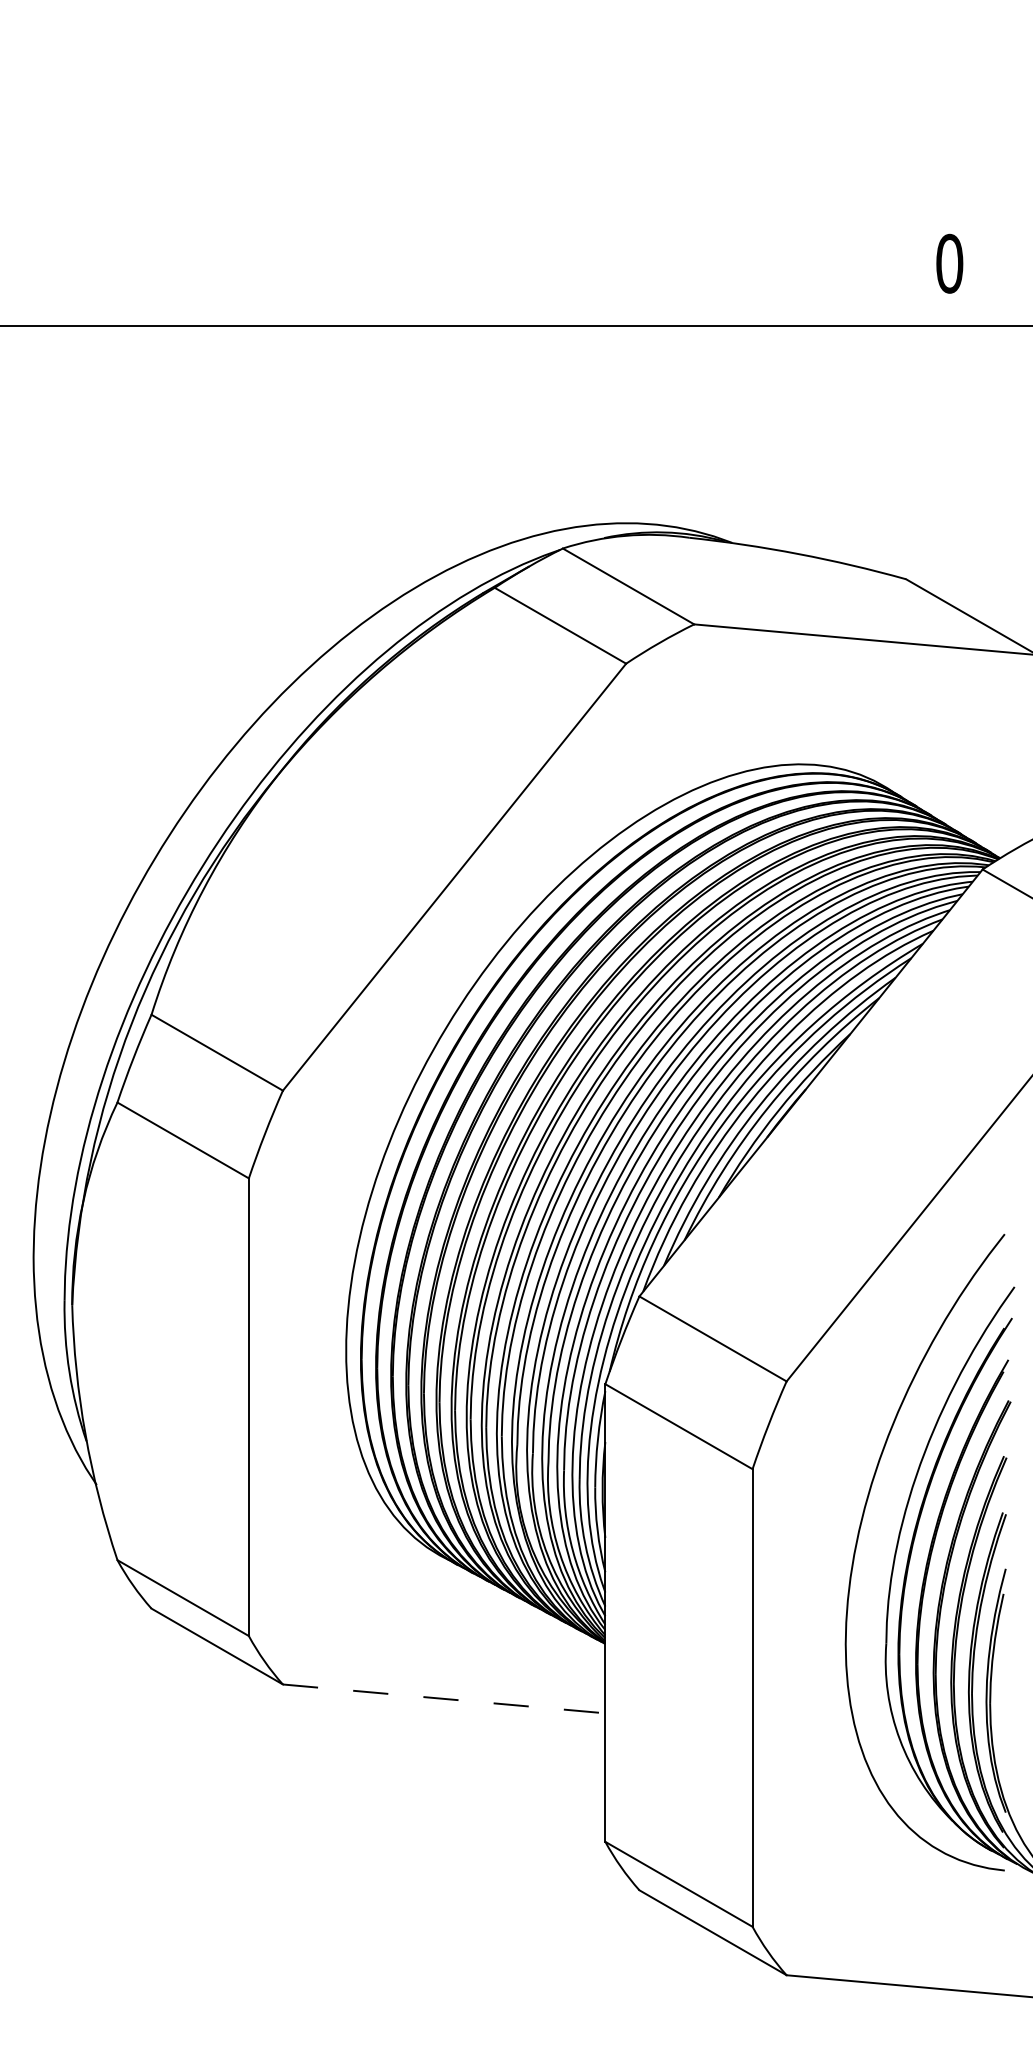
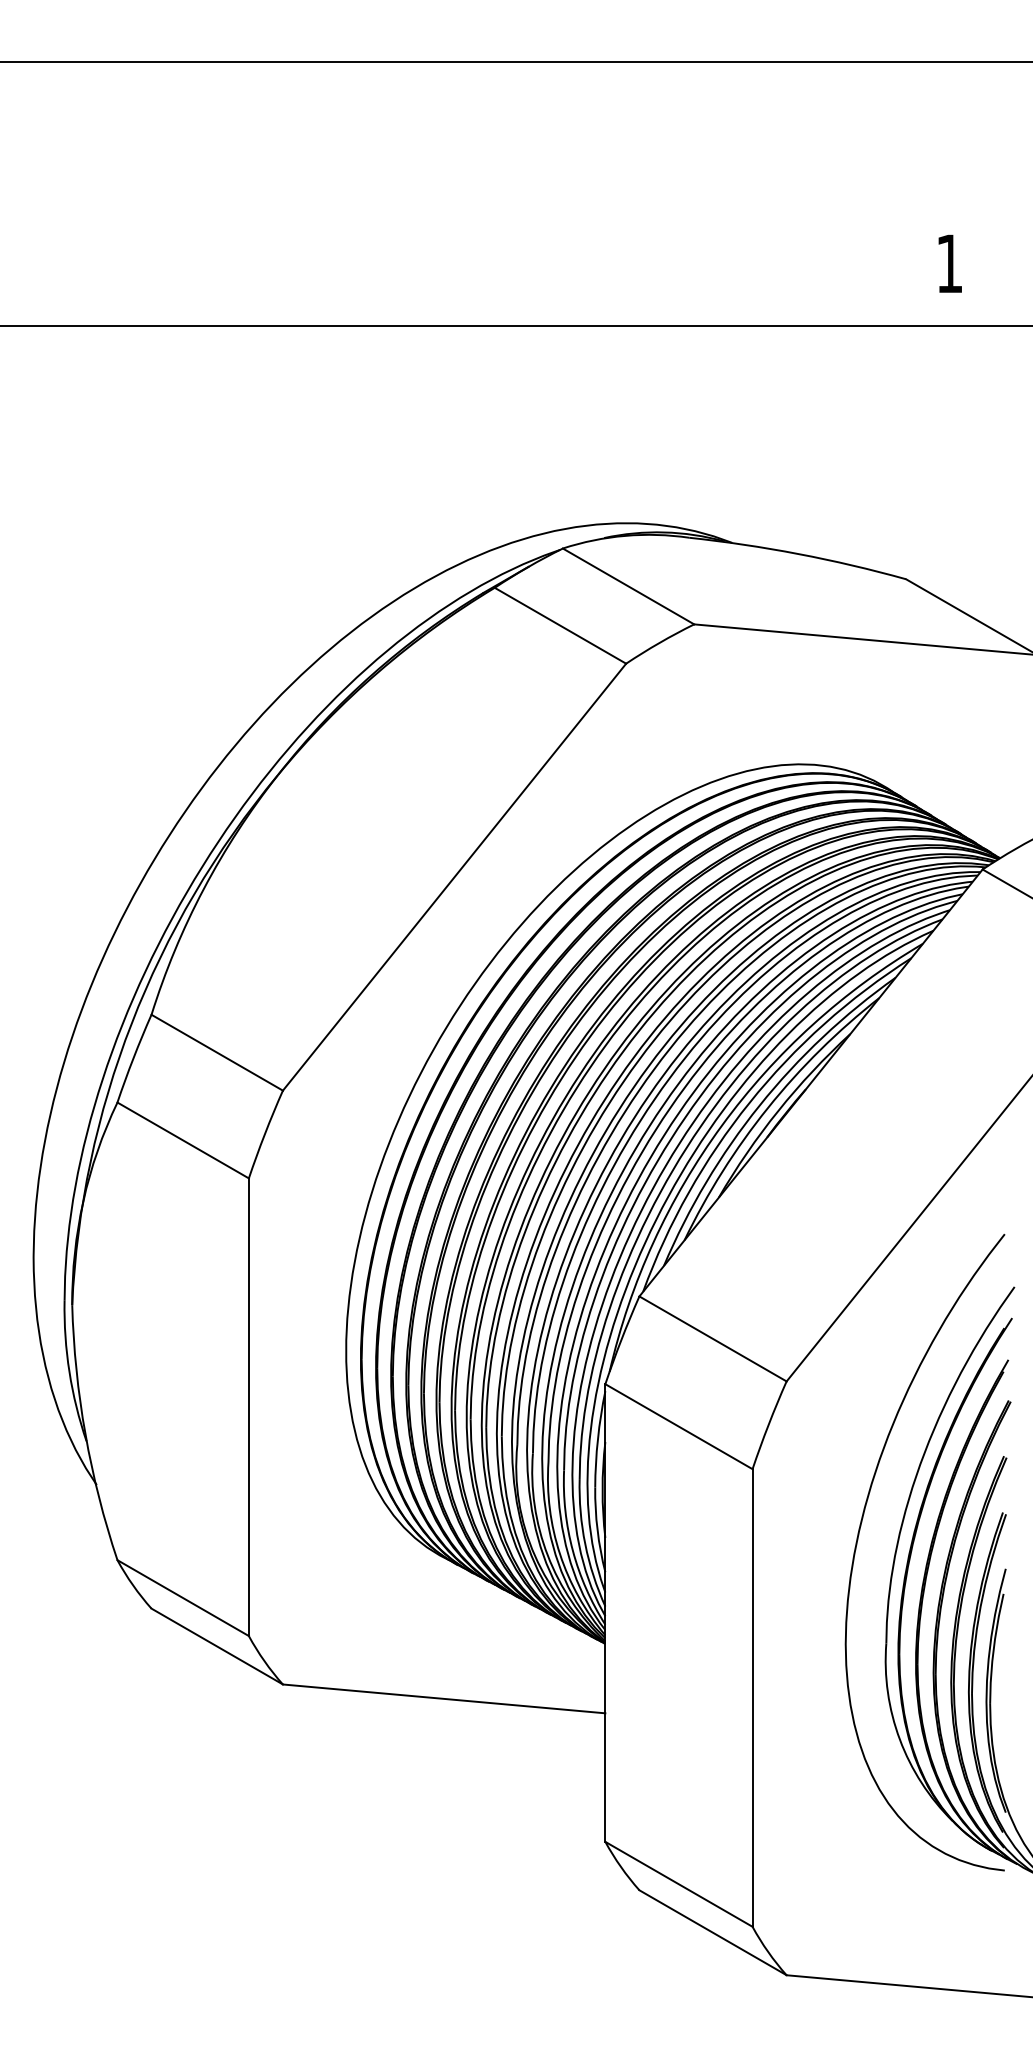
line at (515, 62): none -> present
text at (949, 263): 0 -> 1
line at (444, 1698): dashed -> solid
